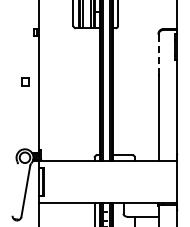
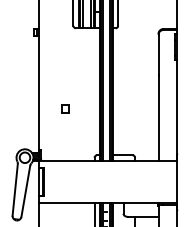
line at (158, 55): dashed -> solid
part at (25, 81) position: (25, 81) -> (65, 108)
line at (14, 189): none -> present
